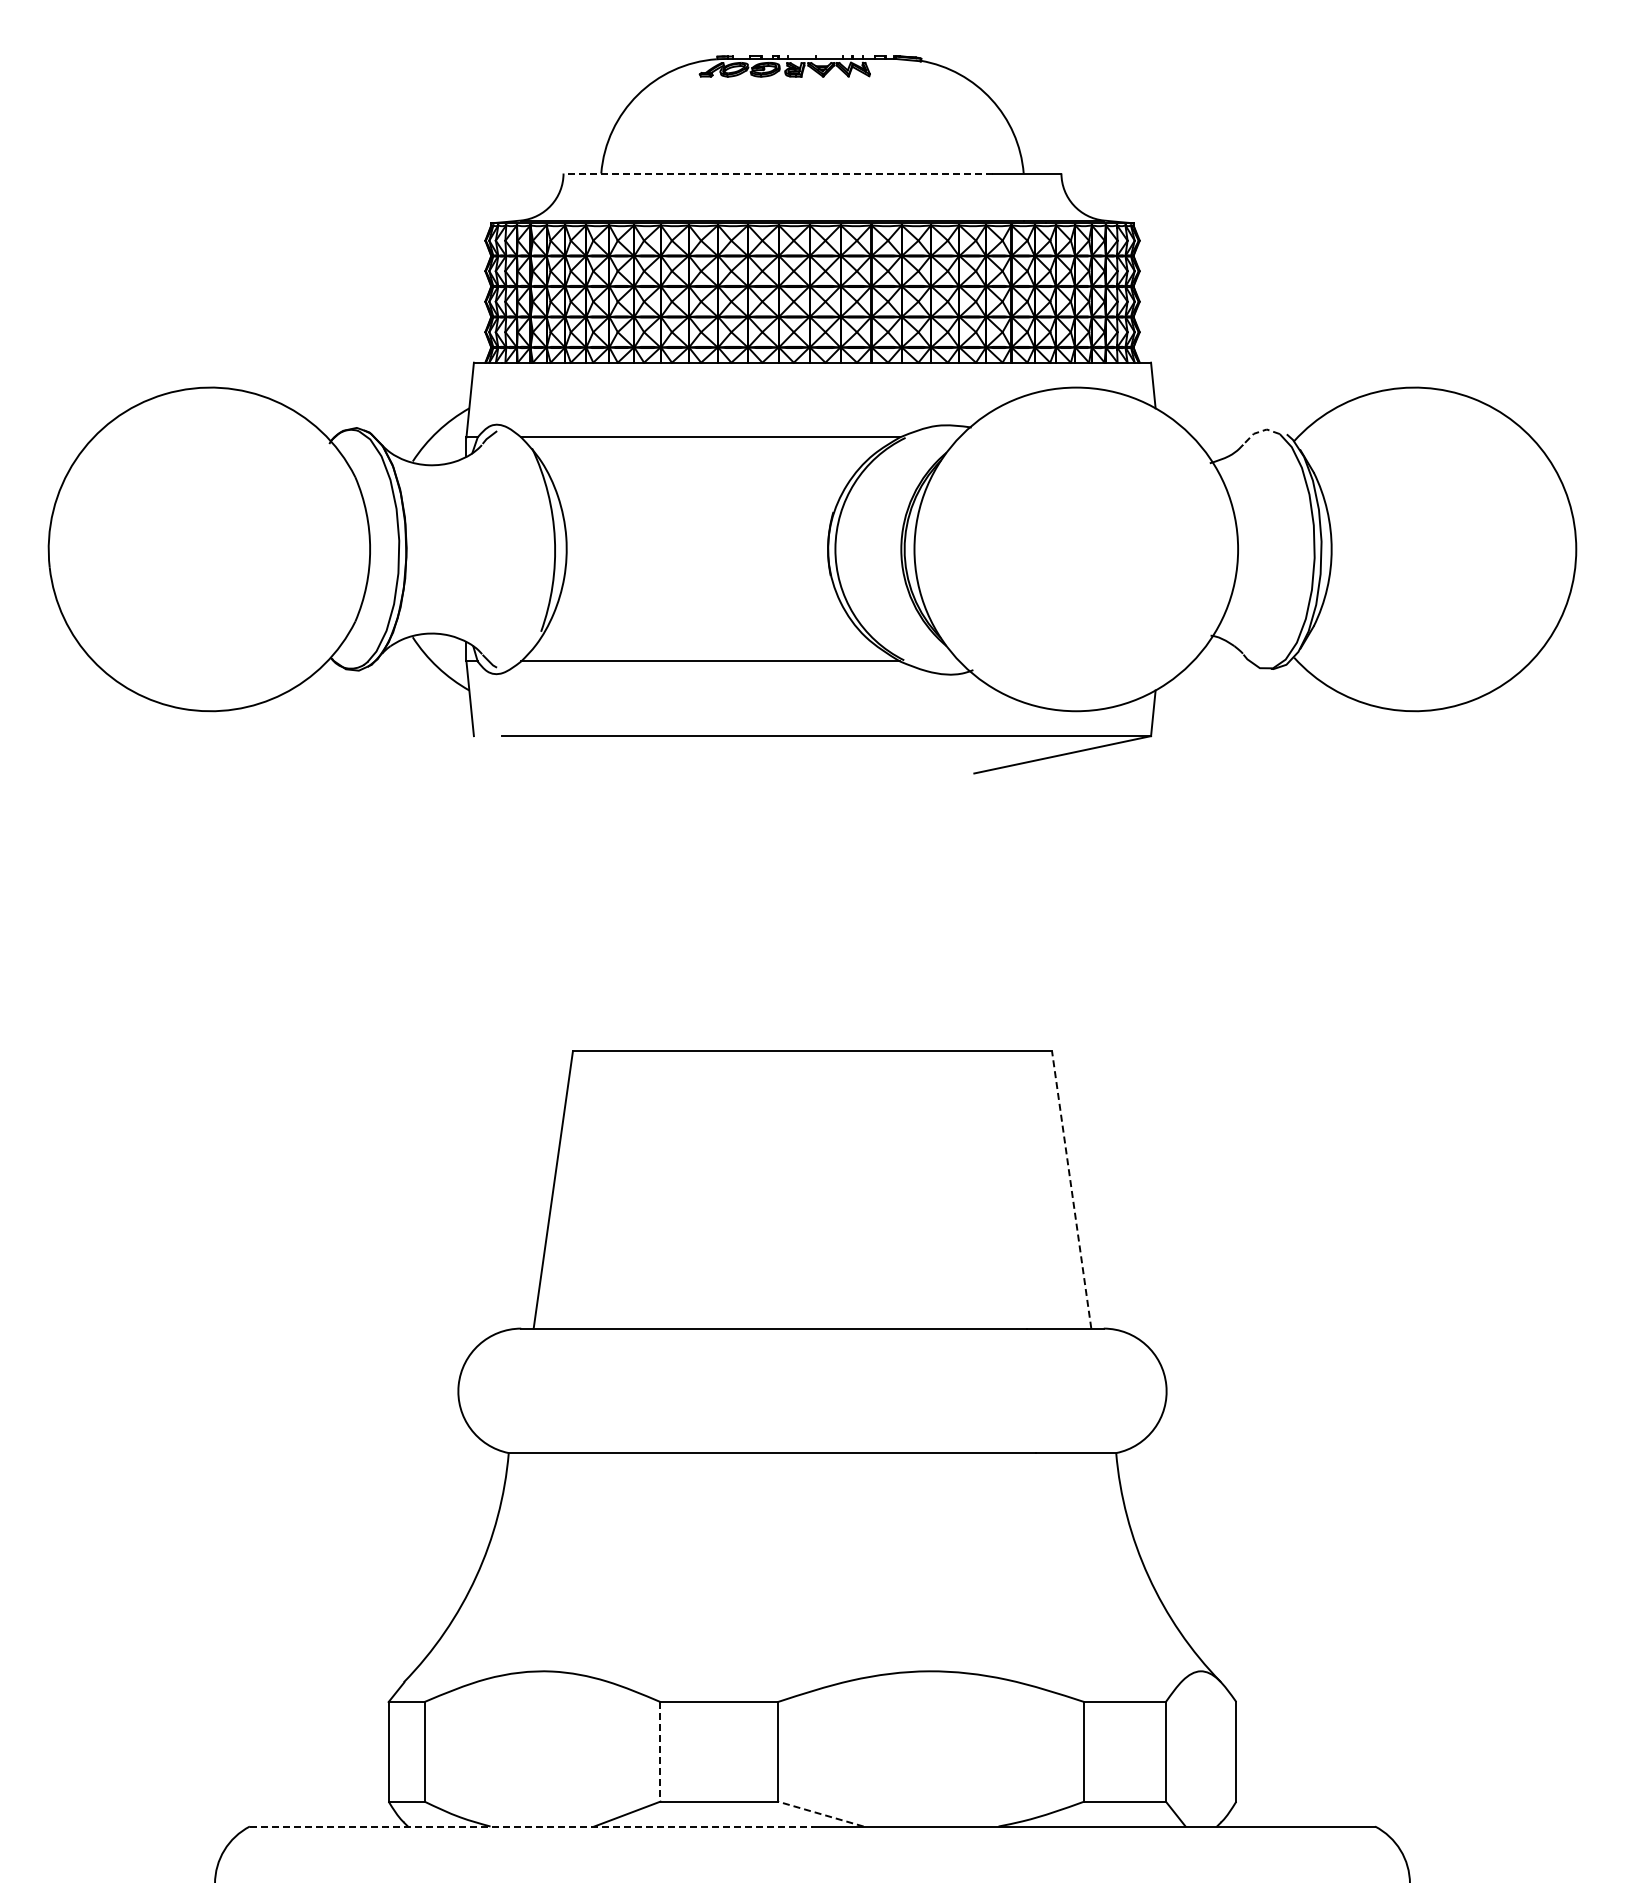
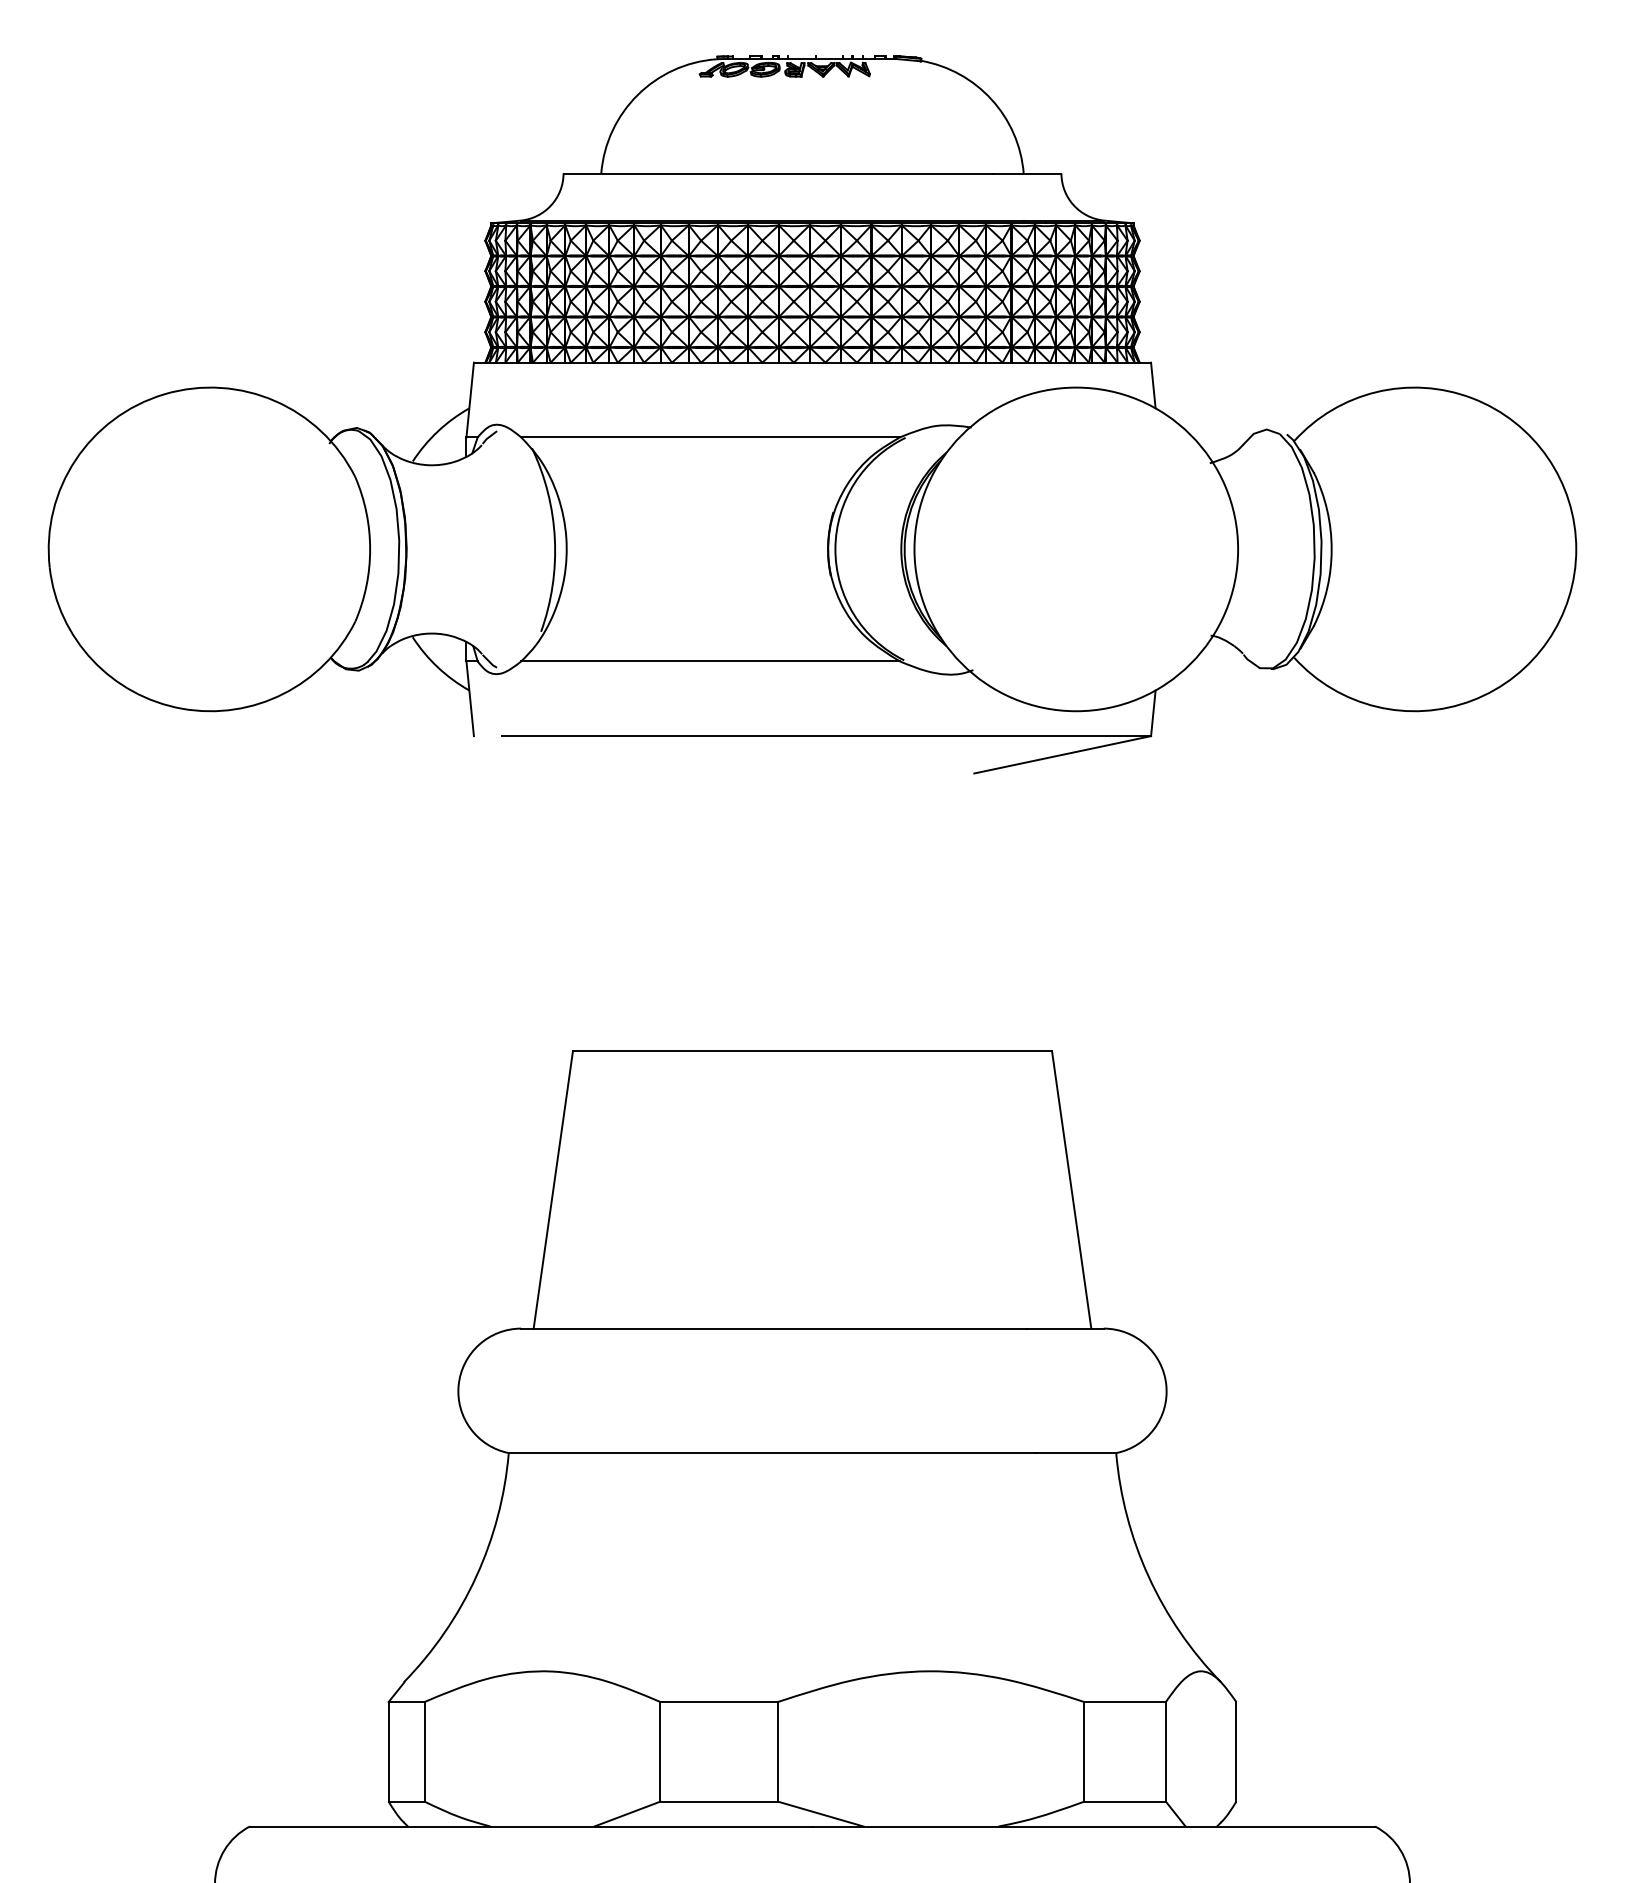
line at (778, 173): dashed -> solid
line at (1259, 431): dashed -> solid
line at (1071, 1189): dashed -> solid
line at (660, 1751): dashed -> solid
line at (820, 1814): dashed -> solid
line at (531, 1826): dashed -> solid
